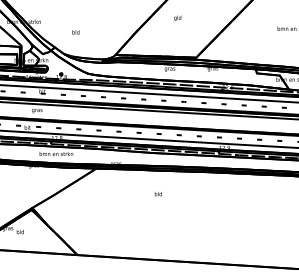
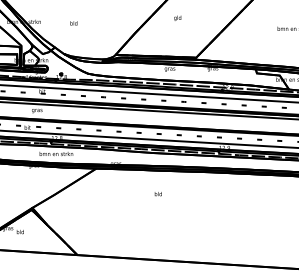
text at (75, 32) position: (75, 32) -> (73, 23)
